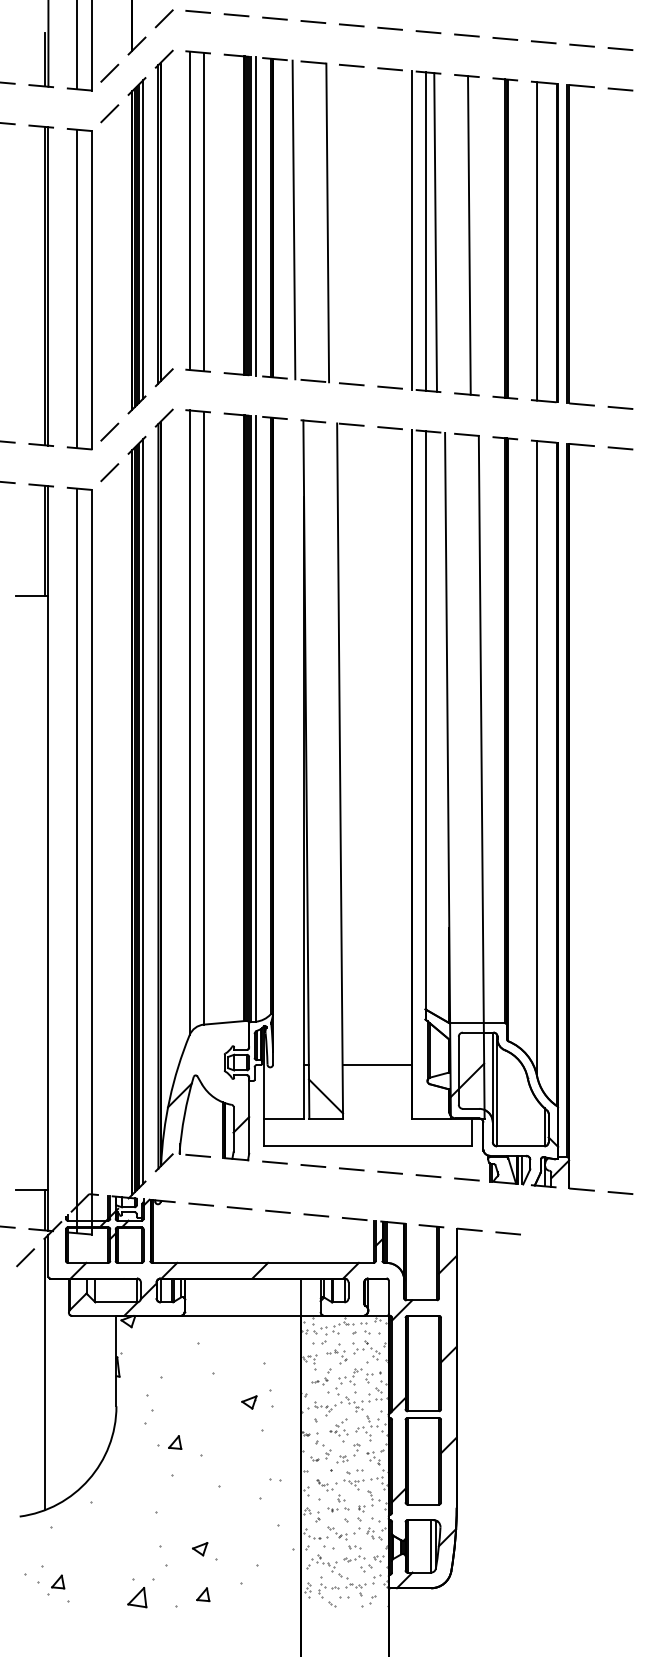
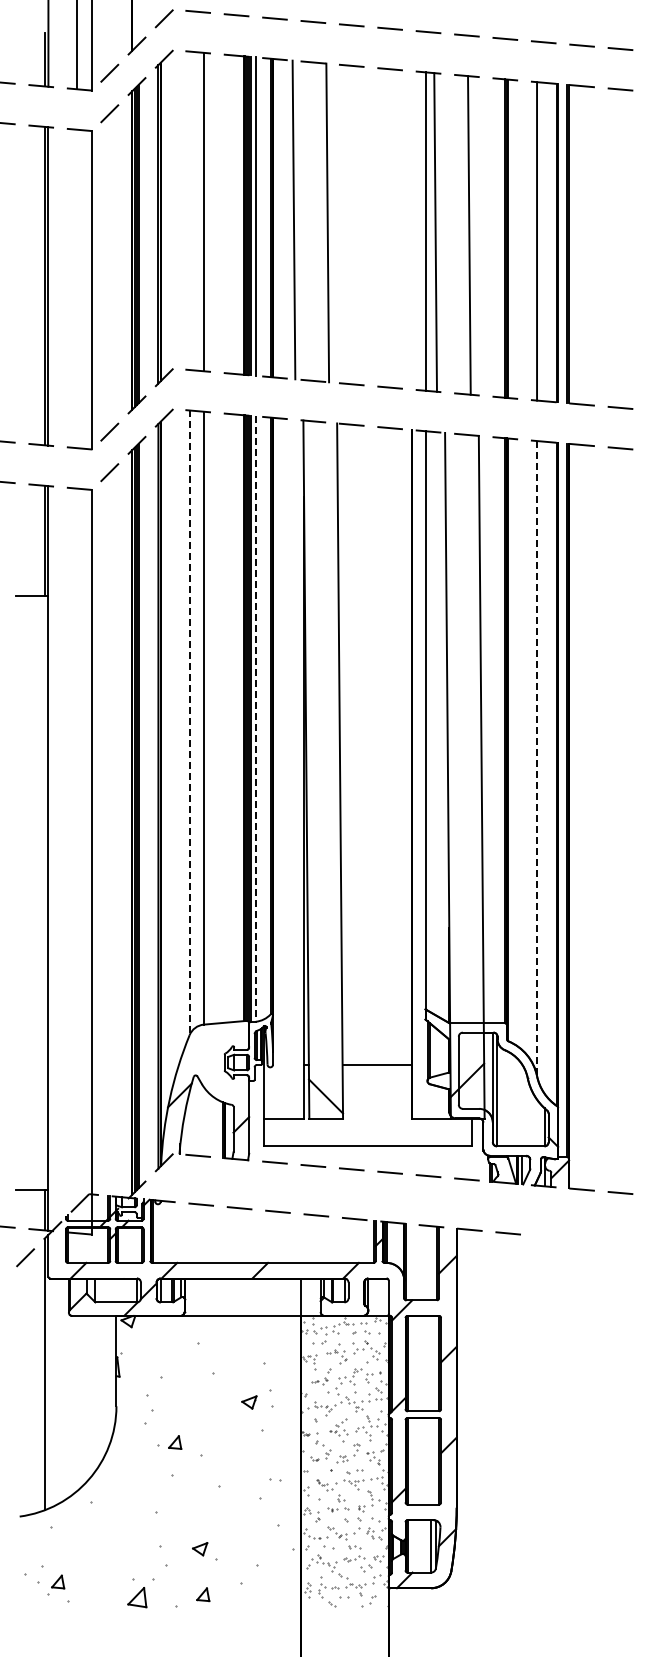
line at (189, 210): present -> none
line at (411, 230): present -> none
line at (143, 239): present -> none
line at (77, 288): present -> none
line at (255, 719): solid -> dashed
line at (189, 723): solid -> dashed
line at (537, 759): solid -> dashed
line at (143, 810): present -> none
line at (77, 860): present -> none
